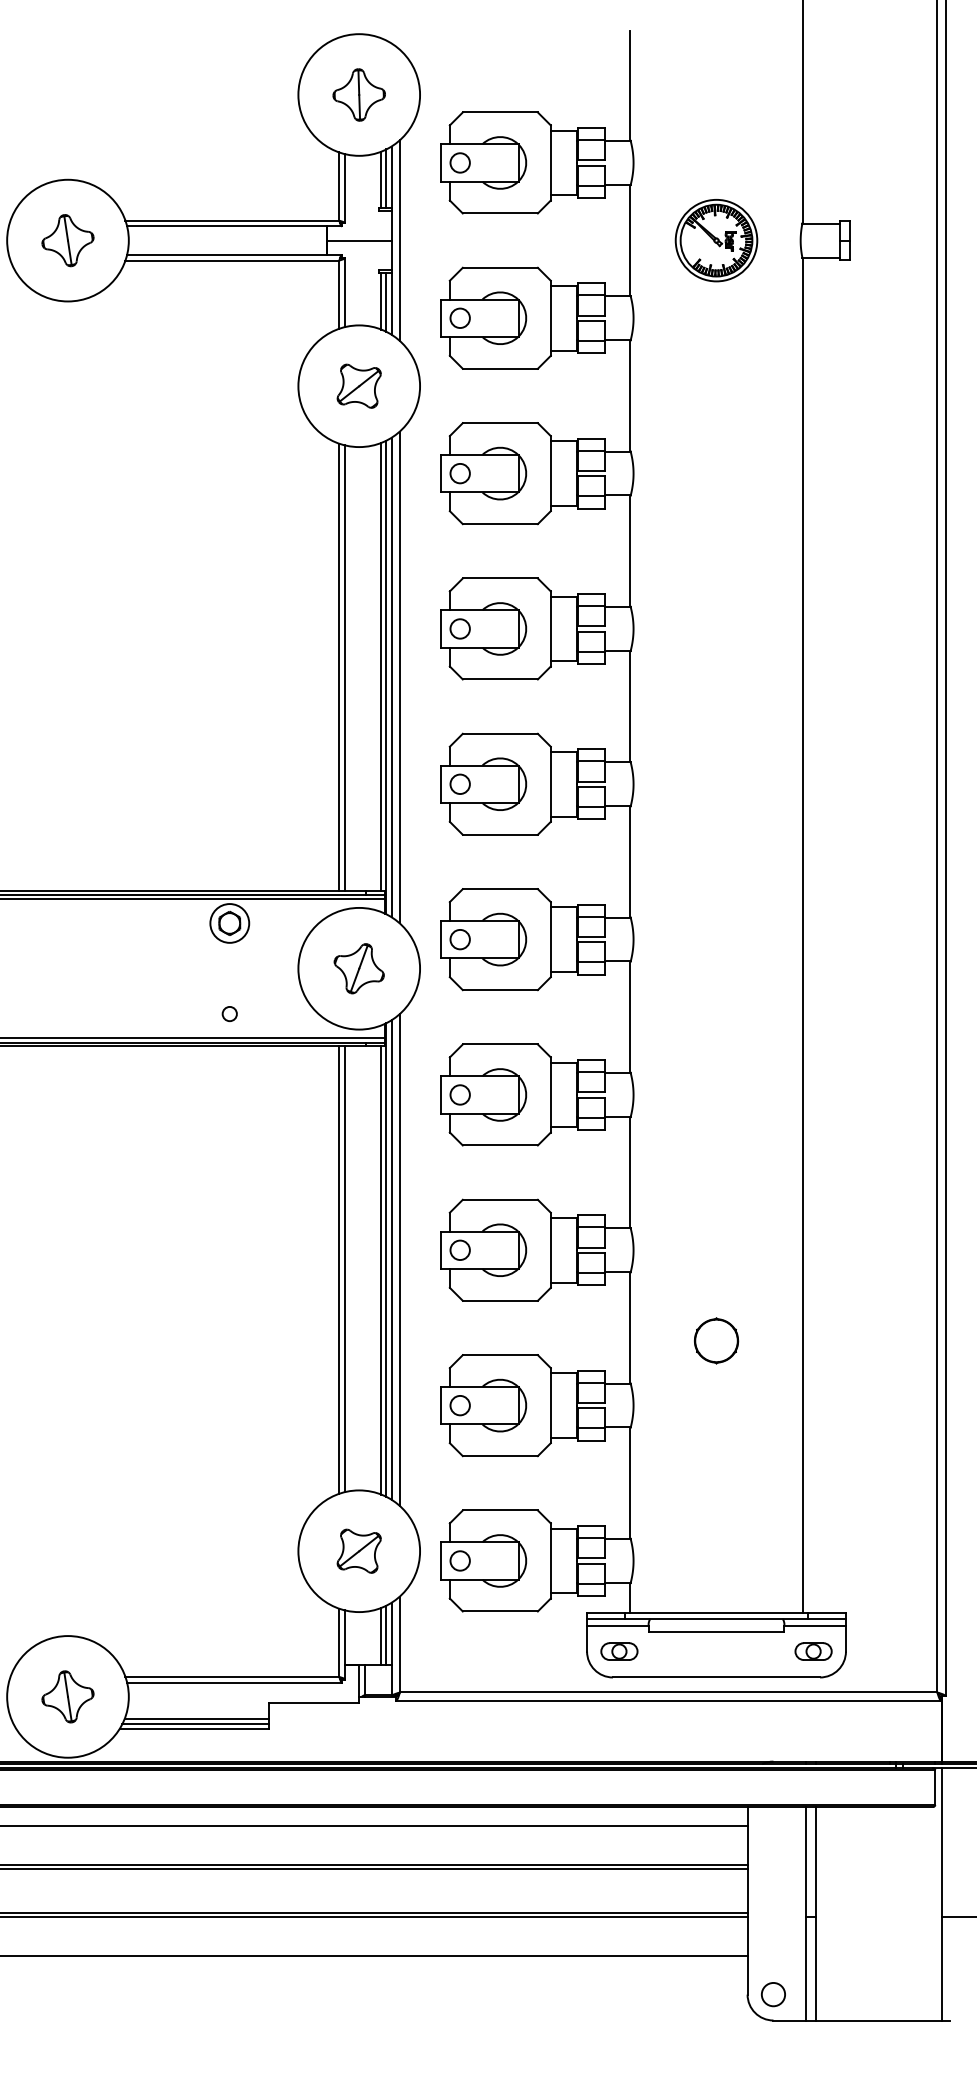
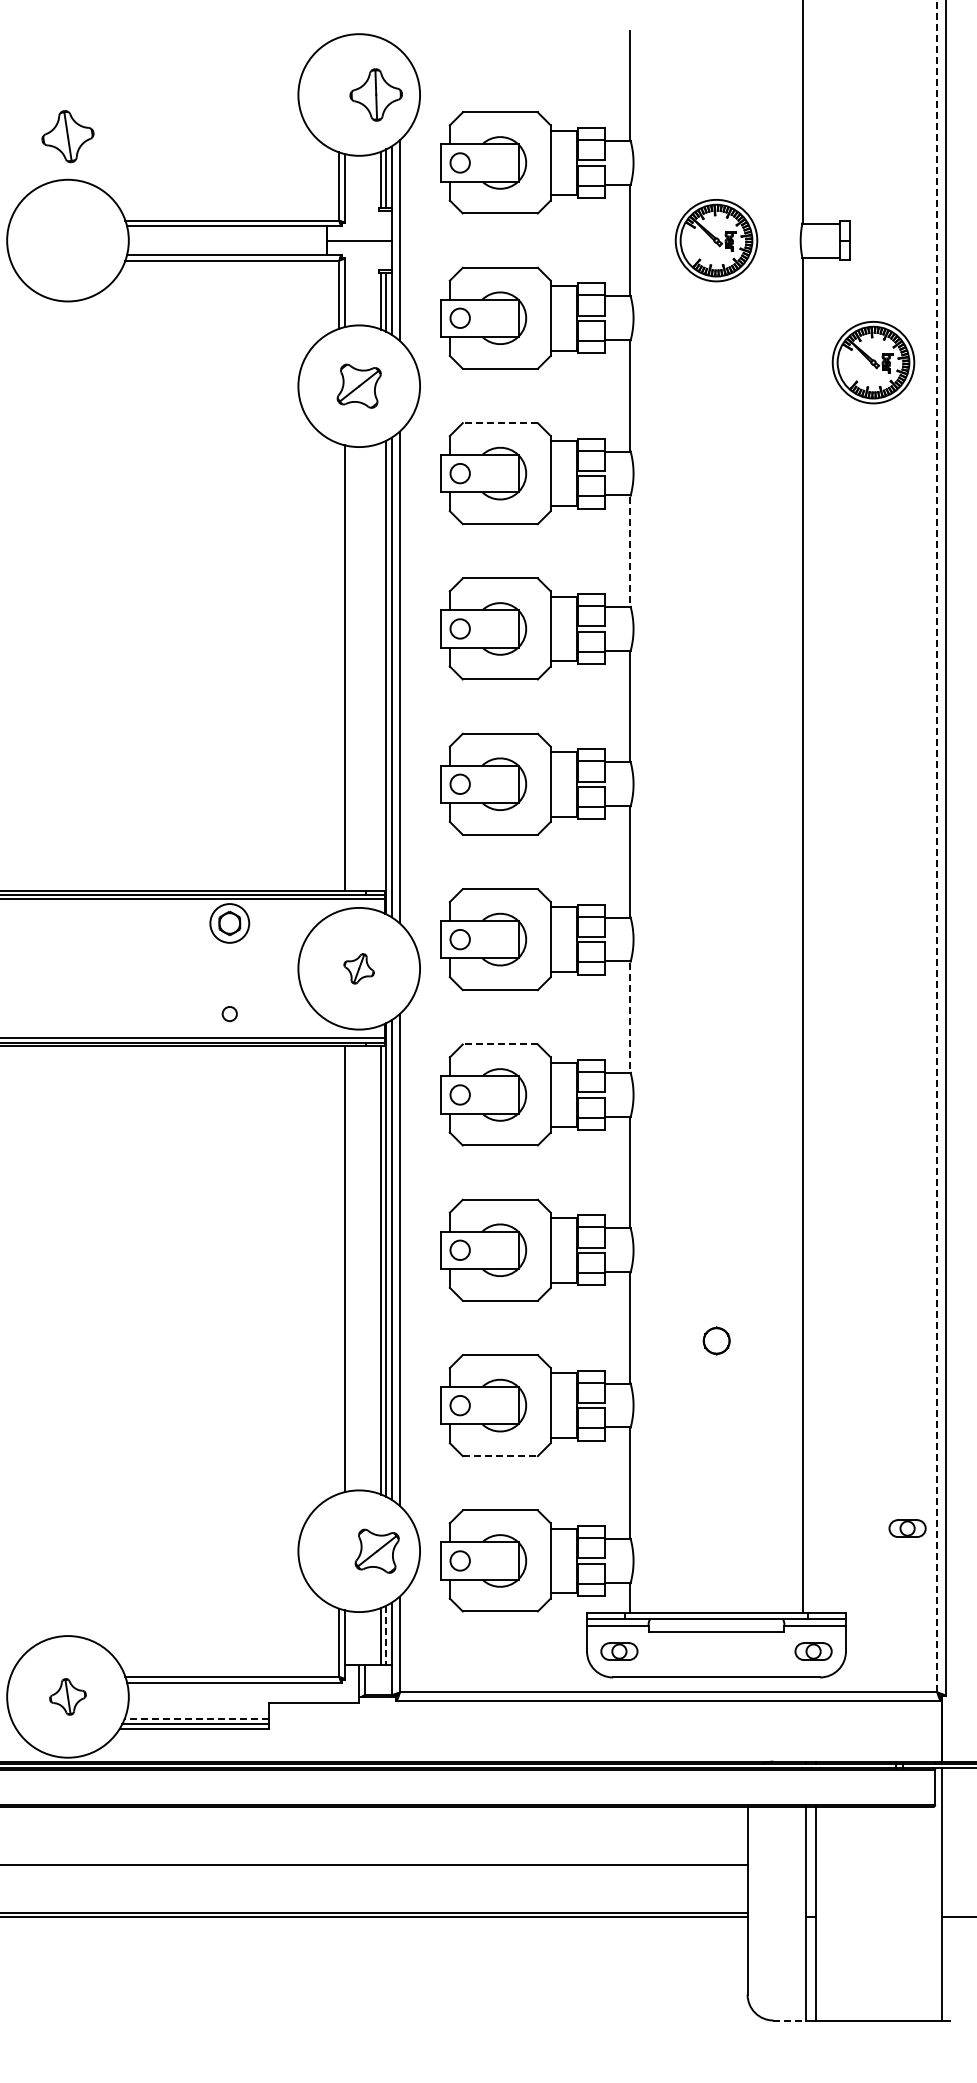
part at (358, 94) position: (358, 94) -> (375, 94)
part at (67, 240) position: (67, 240) -> (67, 136)
part at (873, 362): none -> present
line at (500, 423): solid -> dashed
line at (630, 551): solid -> dashed
line at (381, 666): present -> none
line at (339, 667): present -> none
line at (937, 846): solid -> dashed
part at (358, 968) size: 52x52 px -> 32x32 px
line at (630, 1017): solid -> dashed
line at (500, 1044): solid -> dashed
line at (339, 1269): present -> none
part at (716, 1340) size: 46x48 px -> 29x30 px
line at (500, 1456): solid -> dashed
part at (907, 1528): none -> present
part at (358, 1550) position: (358, 1550) -> (376, 1550)
line at (386, 1635): solid -> dashed
part at (67, 1696) size: 54x54 px -> 38x38 px
line at (196, 1718): solid -> dashed
line at (374, 1826): present -> none
line at (374, 1869): present -> none
line at (374, 1955): present -> none
circle at (773, 1994): present -> none
line at (790, 2020): solid -> dashed
